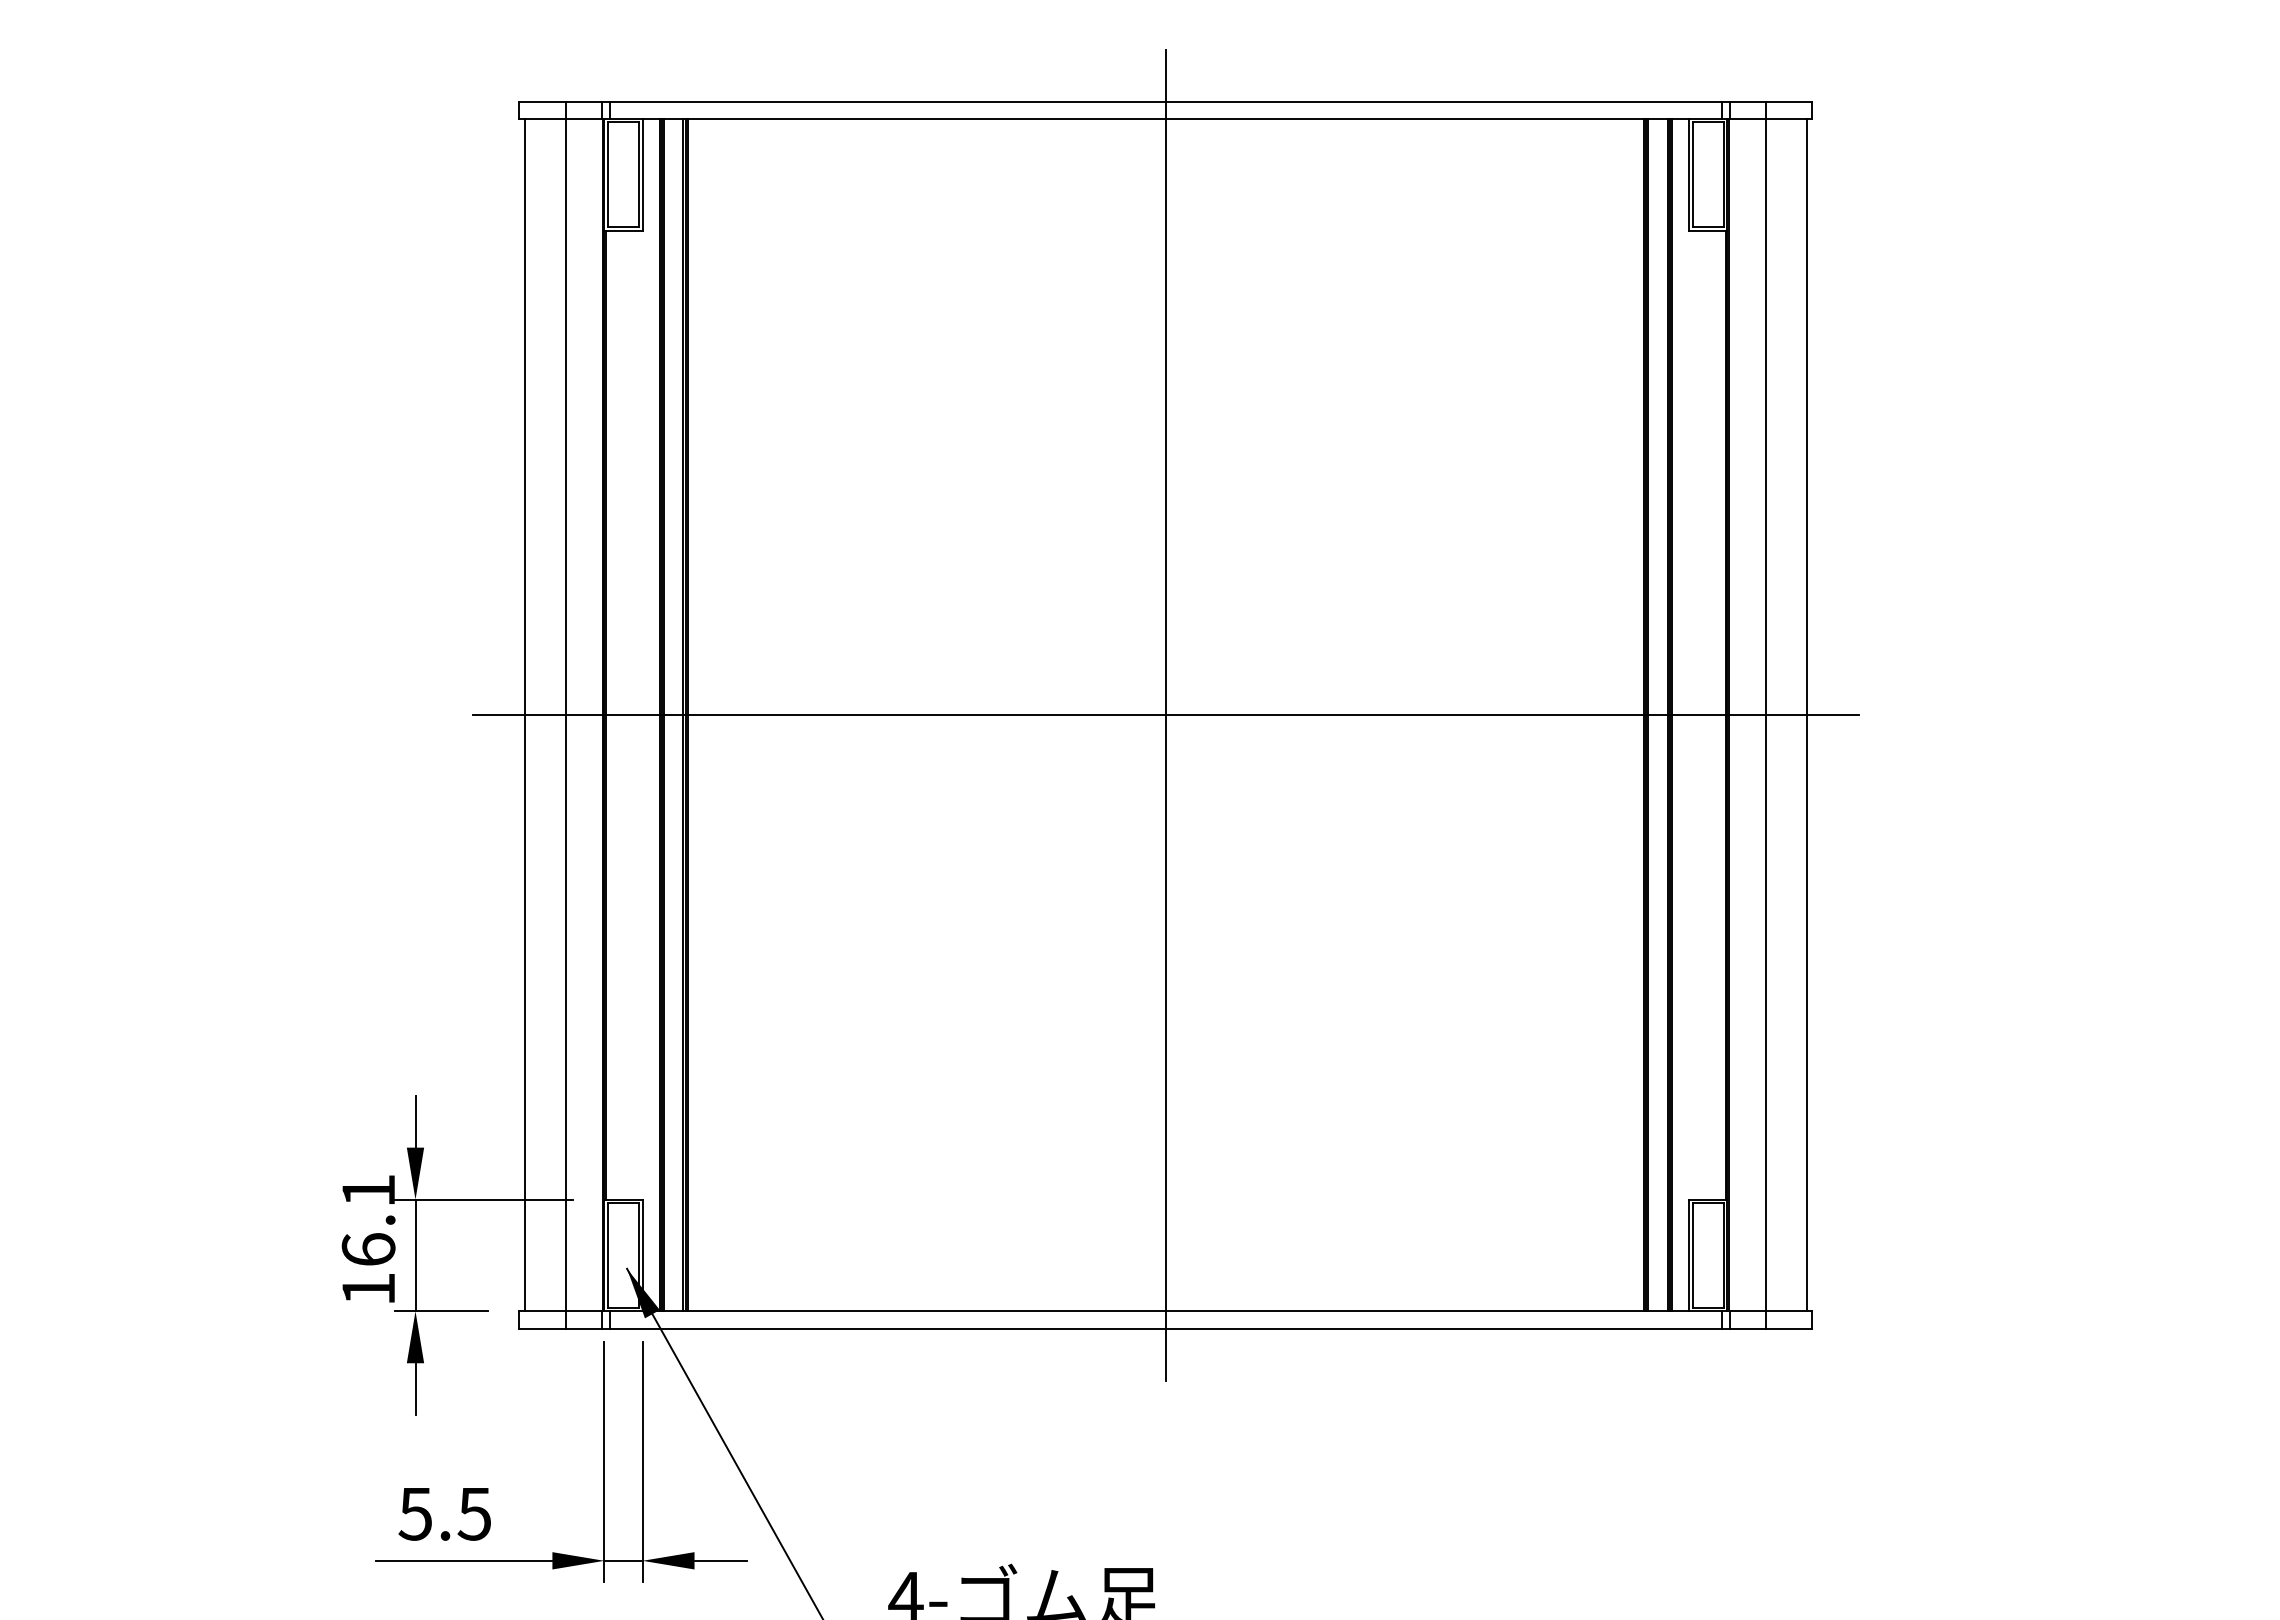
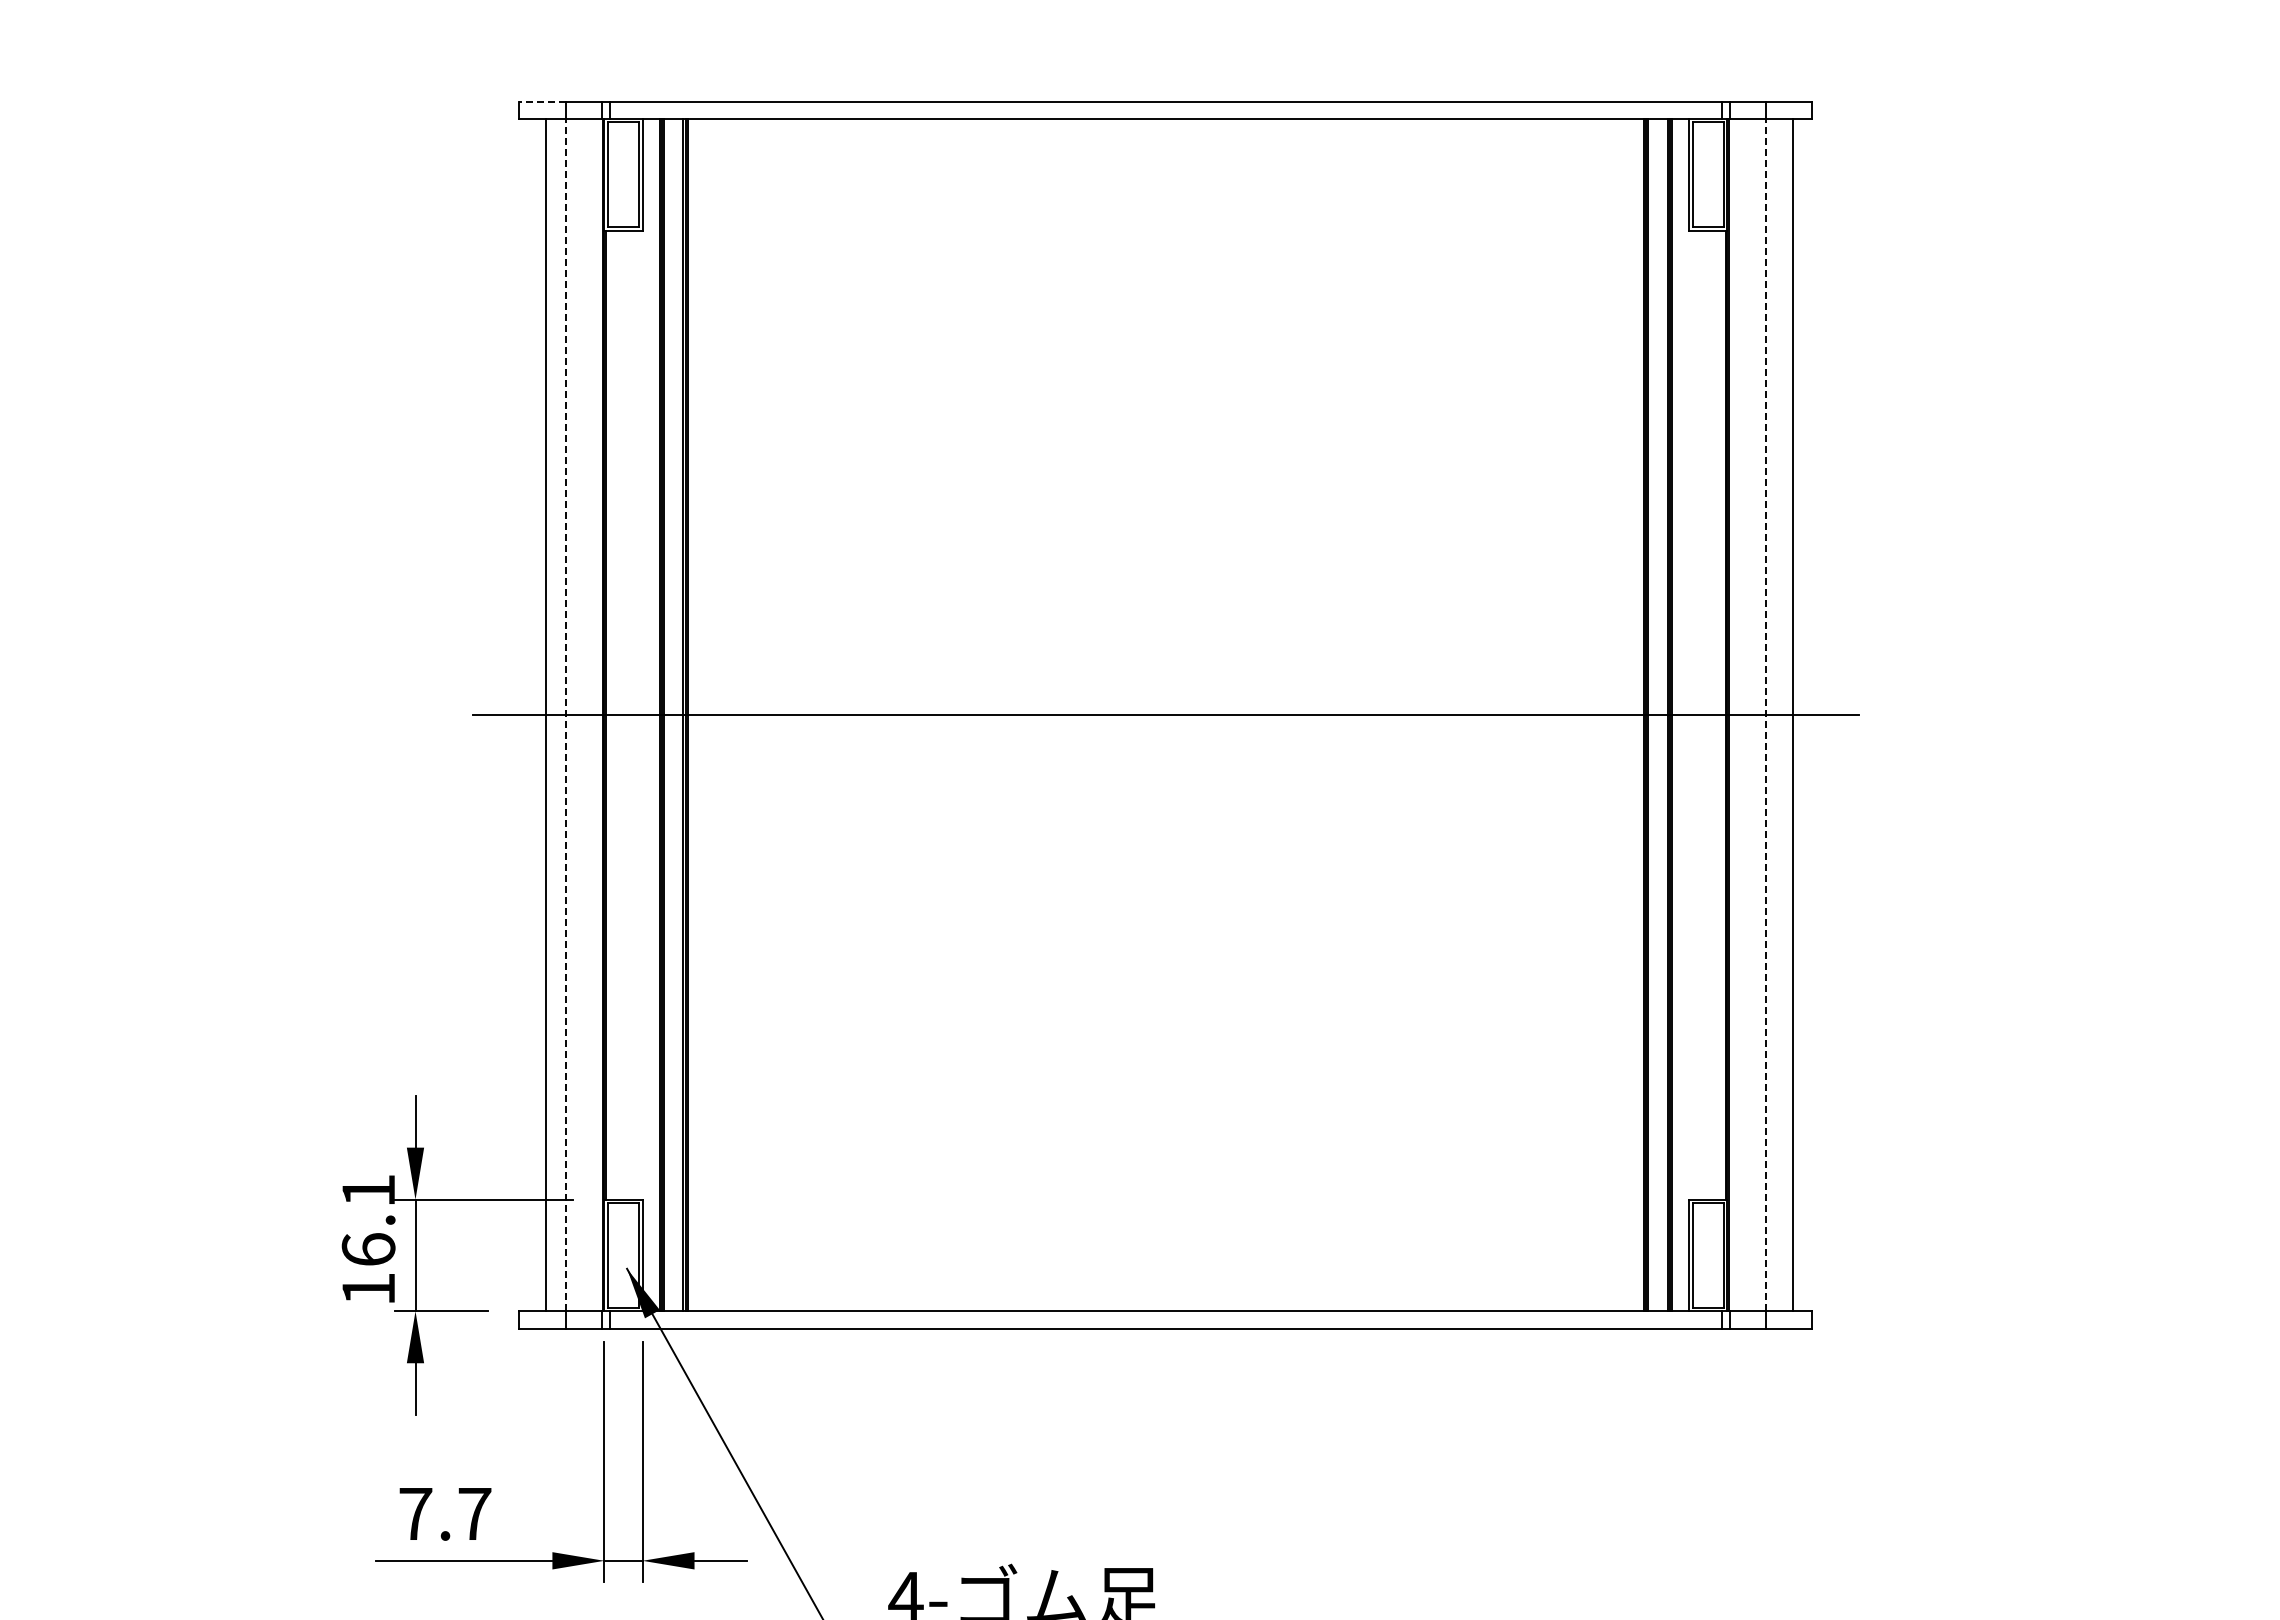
line at (542, 101): solid -> dashed
line at (524, 714) position: (524, 714) -> (545, 714)
line at (566, 714): solid -> dashed
line at (1165, 714): present -> none
line at (1765, 714): solid -> dashed
line at (1807, 714) position: (1807, 714) -> (1793, 714)
text at (444, 1514): 5.5 -> 7.7
